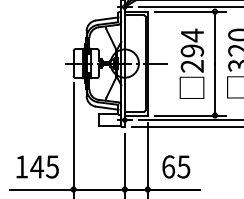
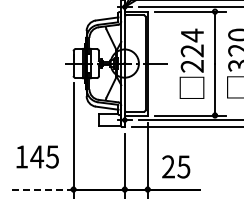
text at (192, 50): 294 -> 224
text at (37, 166) position: (37, 166) -> (37, 156)
text at (168, 166): 65 -> 25
line at (41, 189): solid -> dashed
